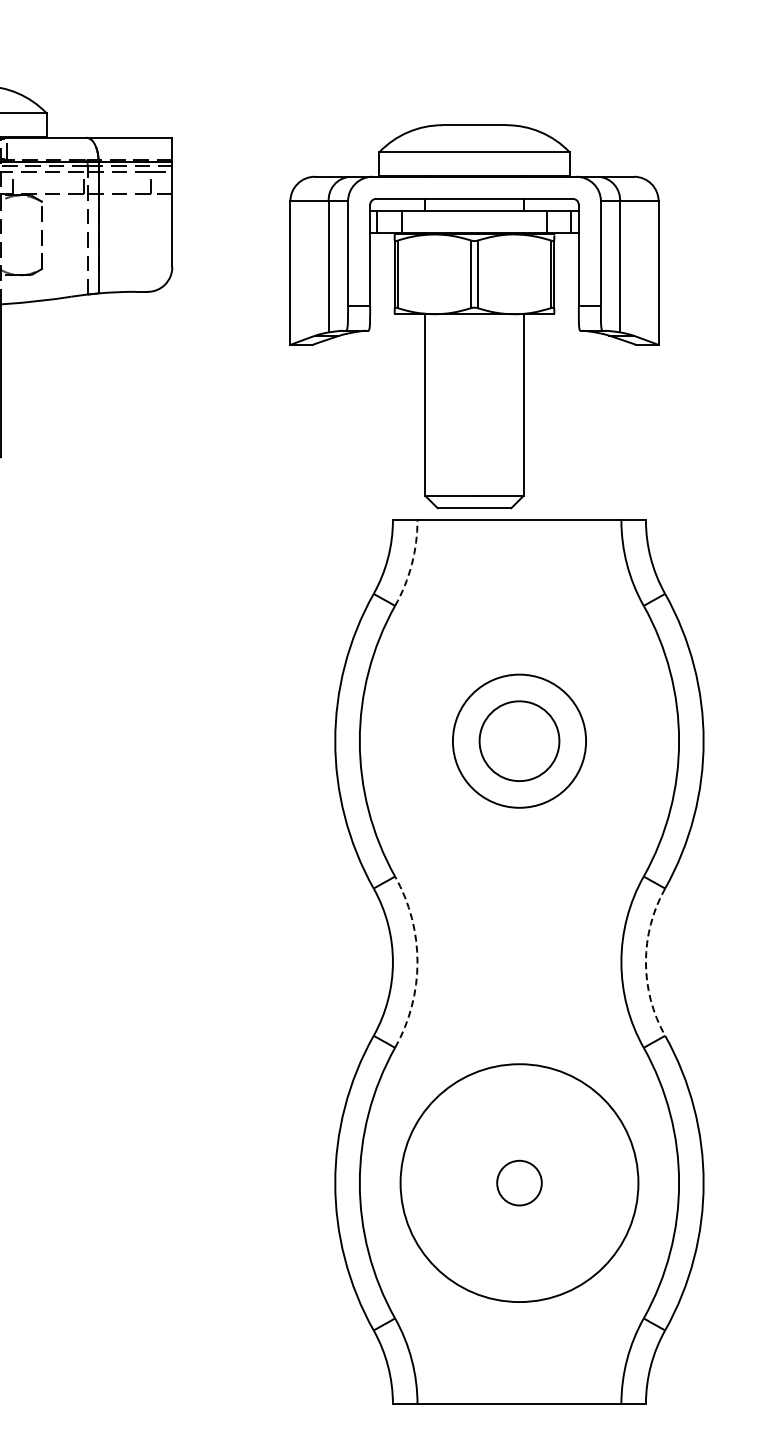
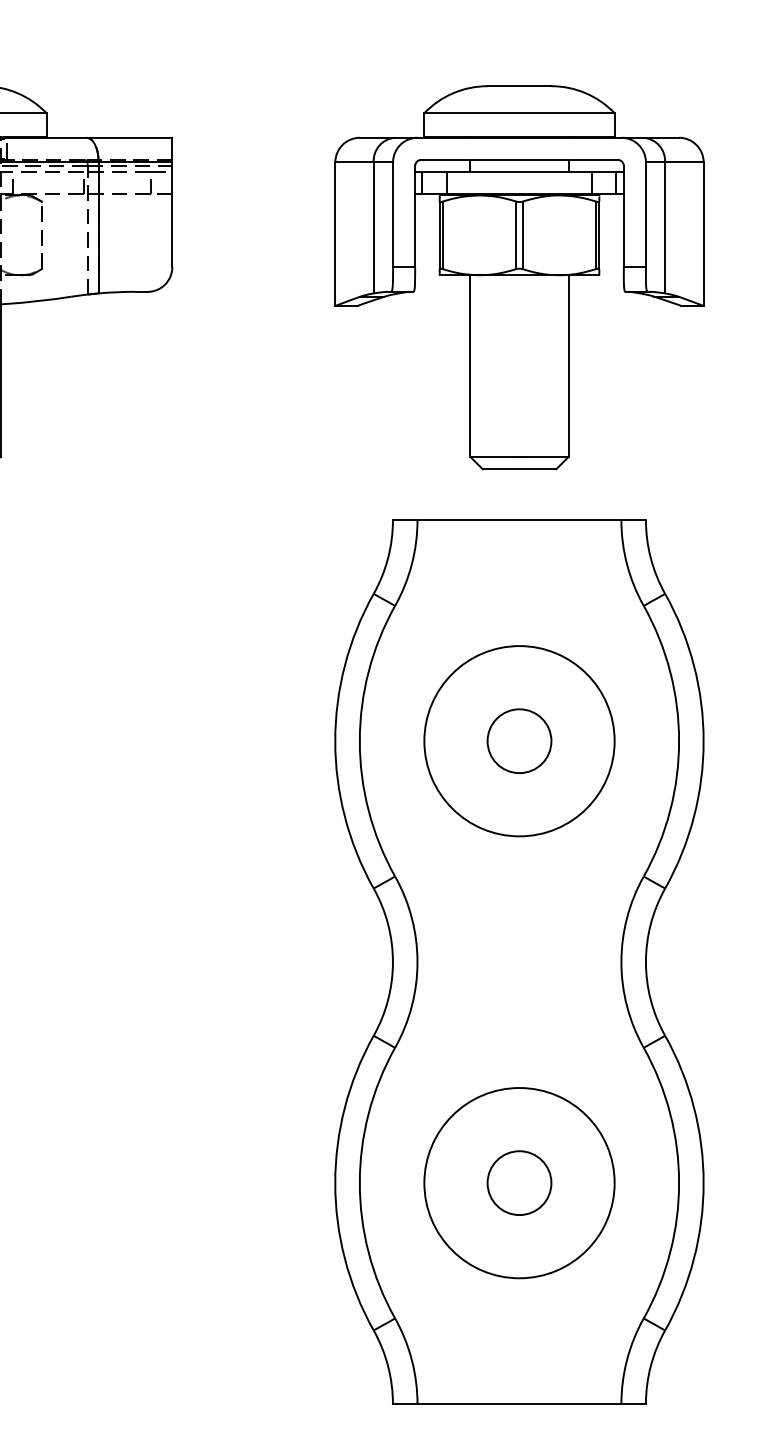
part at (474, 316) position: (474, 316) -> (519, 277)
arc at (411, 564): dashed -> solid
circle at (519, 740) diameter: 133 px -> 190 px
circle at (519, 741) diameter: 80 px -> 64 px
arc at (417, 962): dashed -> solid
arc at (645, 962): dashed -> solid
circle at (519, 1182) diameter: 45 px -> 64 px
circle at (519, 1183) diameter: 238 px -> 190 px
